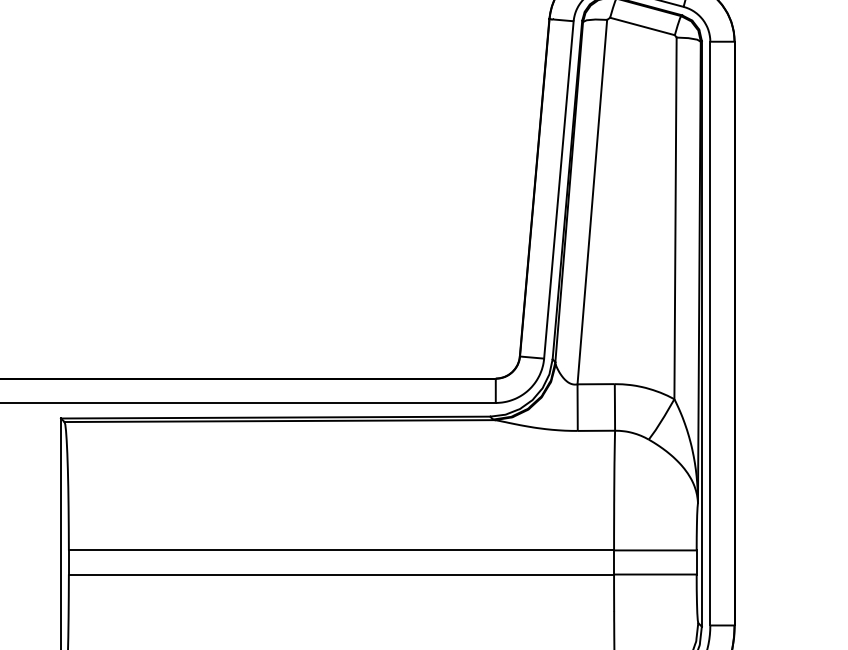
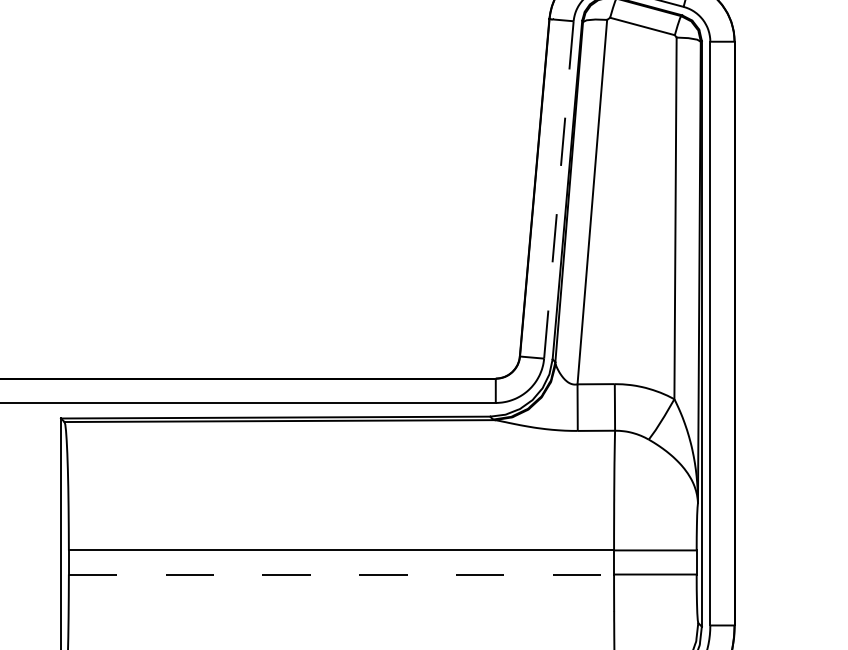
line at (558, 190): solid -> dashed
line at (341, 574): solid -> dashed
